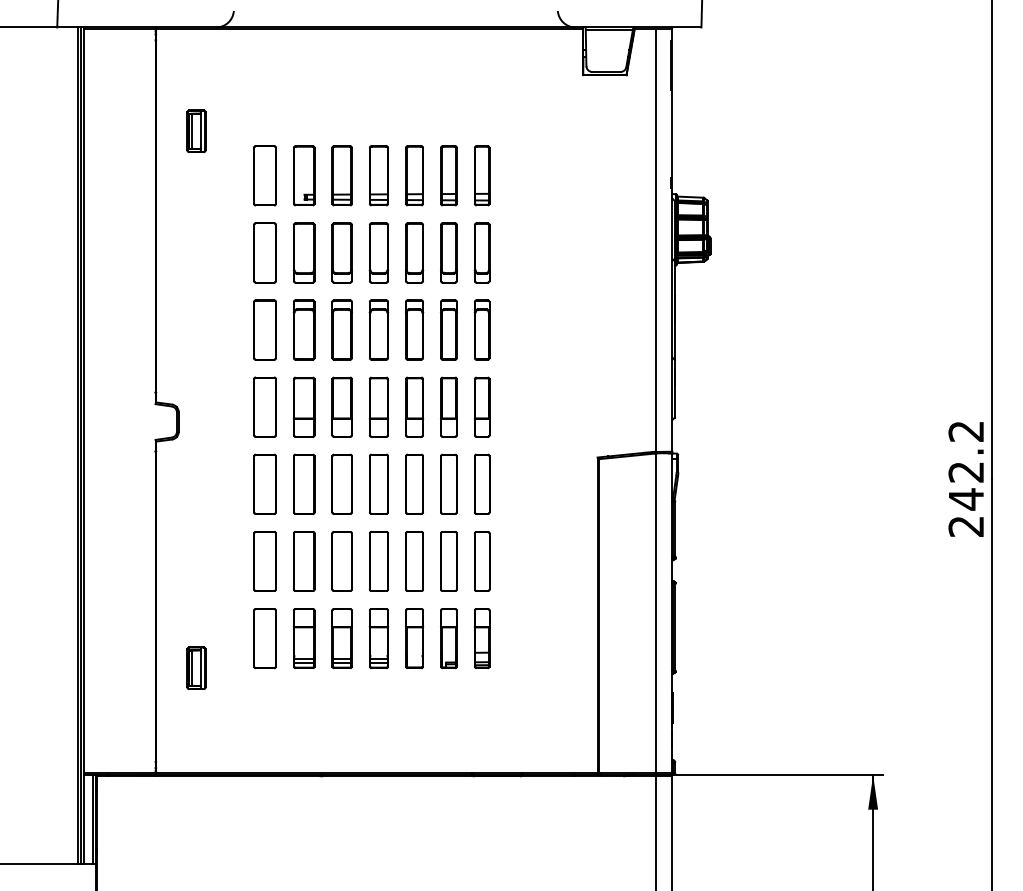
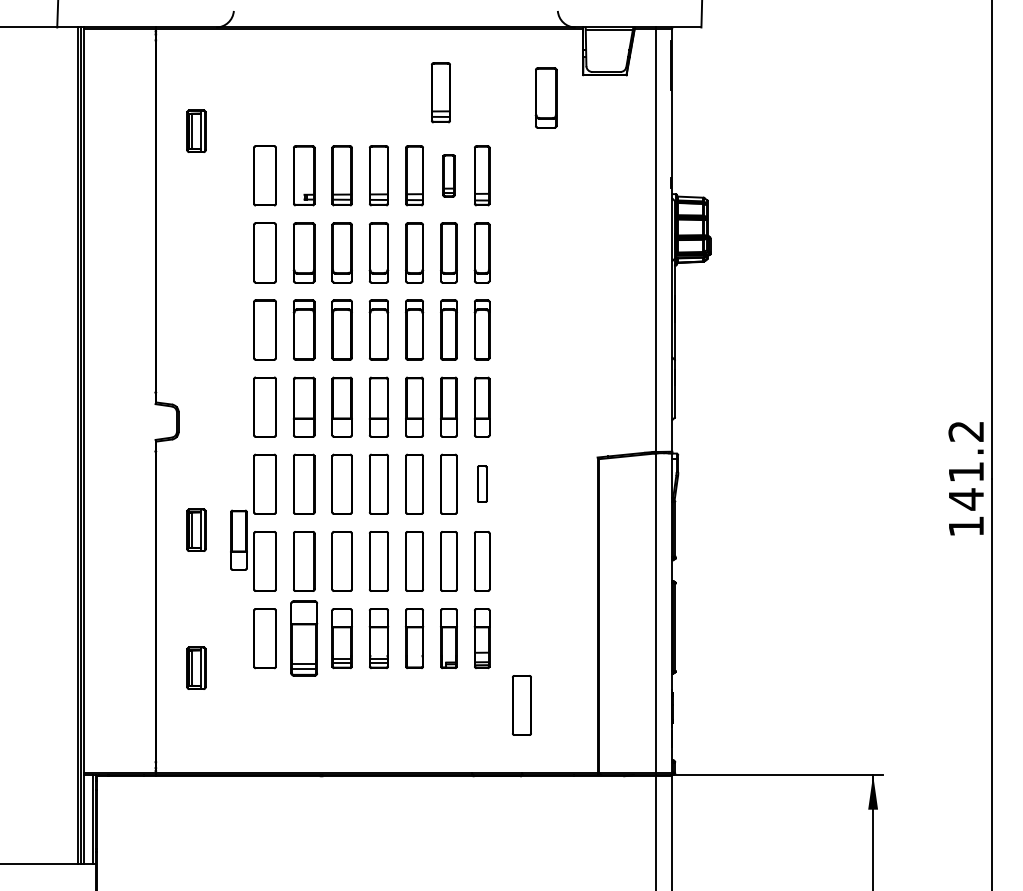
part at (440, 92): none -> present
part at (545, 97): none -> present
part at (448, 175) size: 18x62 px -> 14x44 px
part at (482, 483) size: 17x62 px -> 11x38 px
text at (965, 499): 242.2 -> 141.2
part at (196, 529): none -> present
part at (238, 539): none -> present
part at (303, 638) size: 24x62 px -> 29x77 px
part at (521, 705): none -> present
